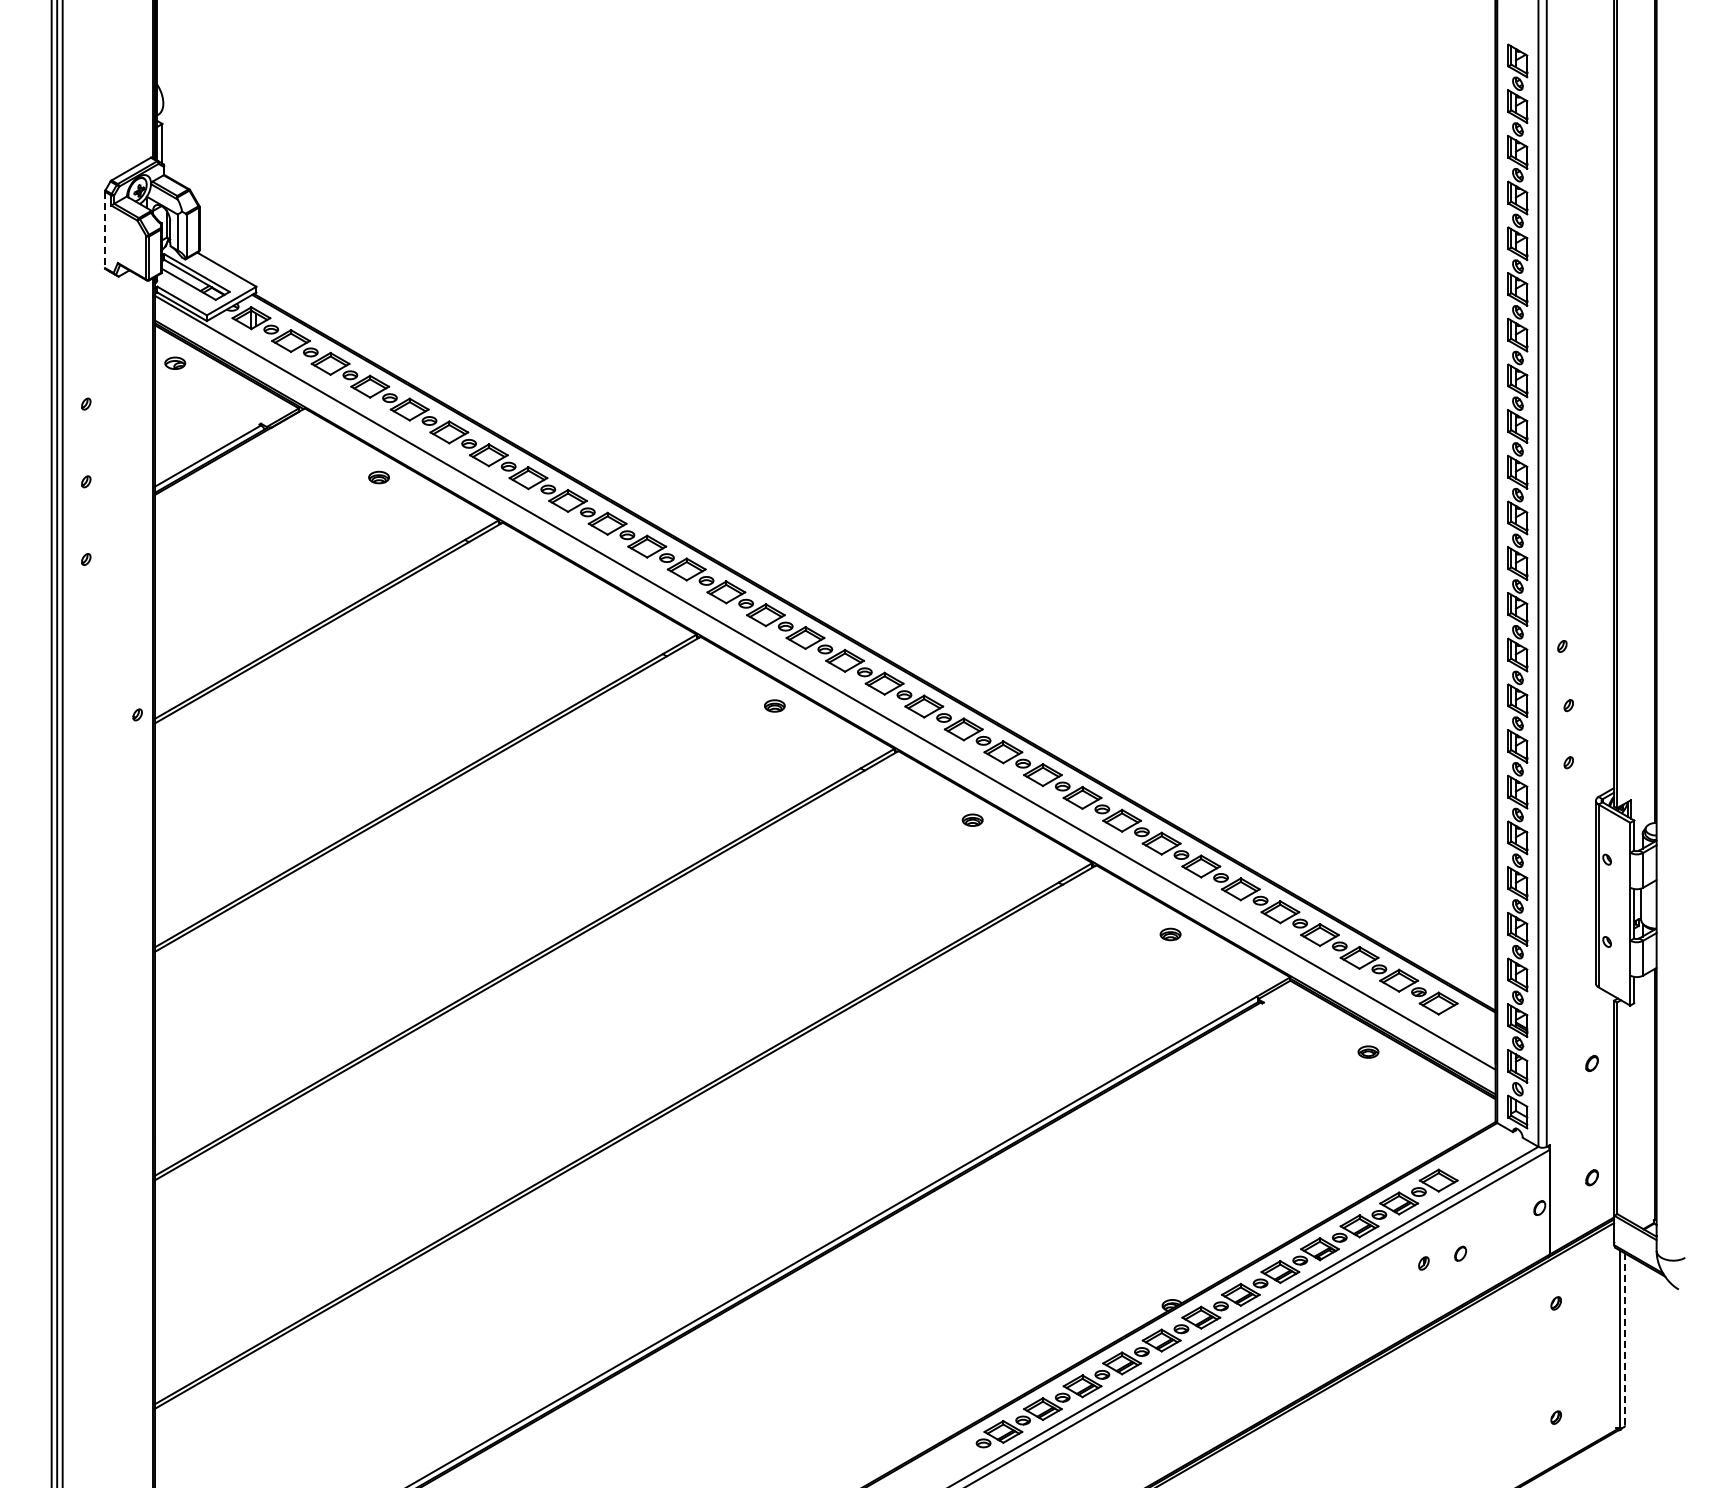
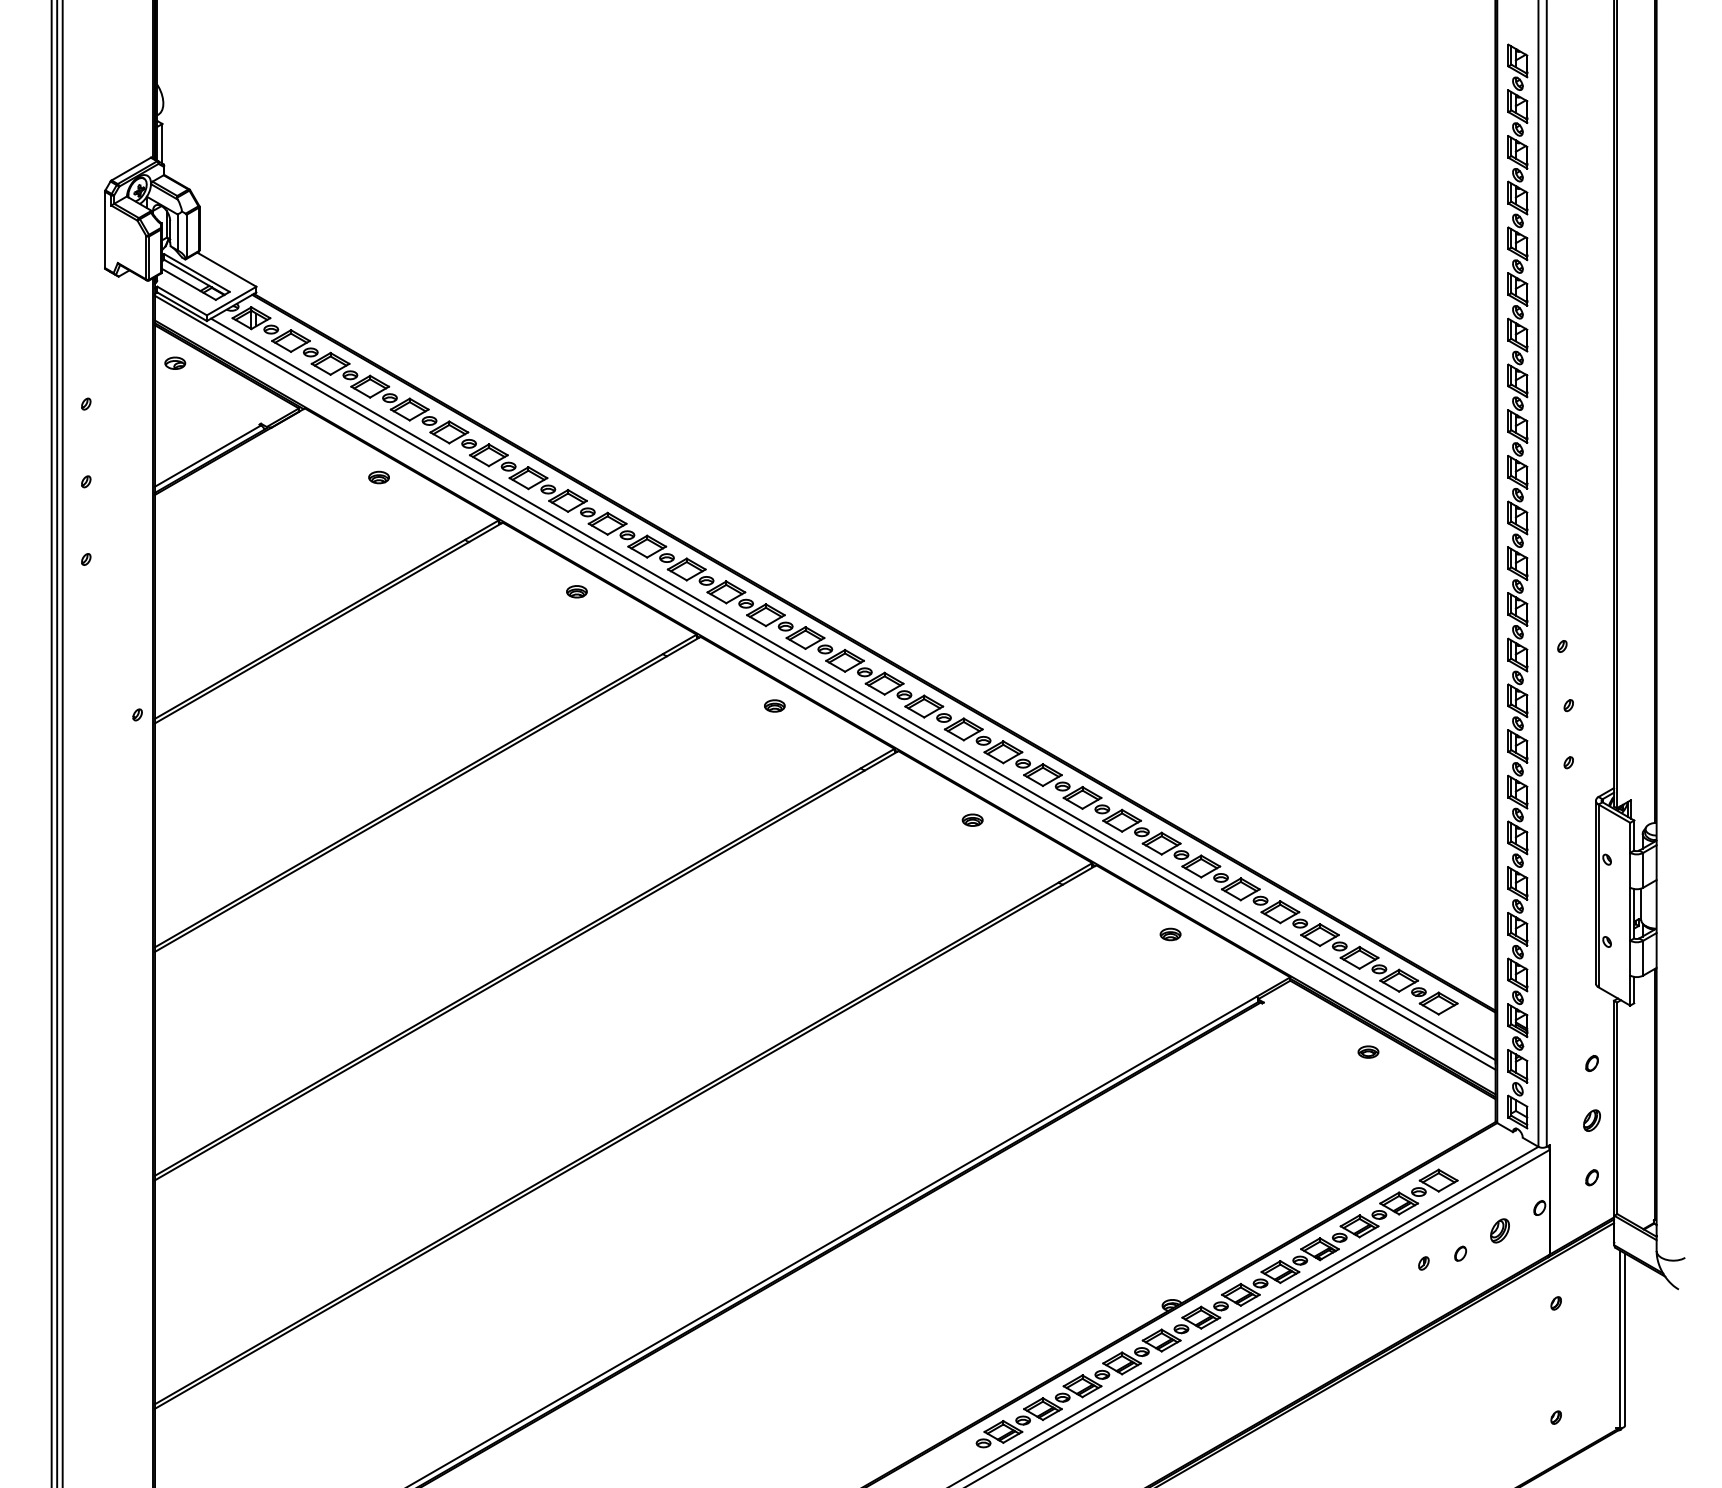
line at (105, 230): dashed -> solid
part at (576, 591): none -> present
line at (853, 689): none -> present
part at (1591, 1120): none -> present
part at (1499, 1230): none -> present
line at (1625, 1339): dashed -> solid
